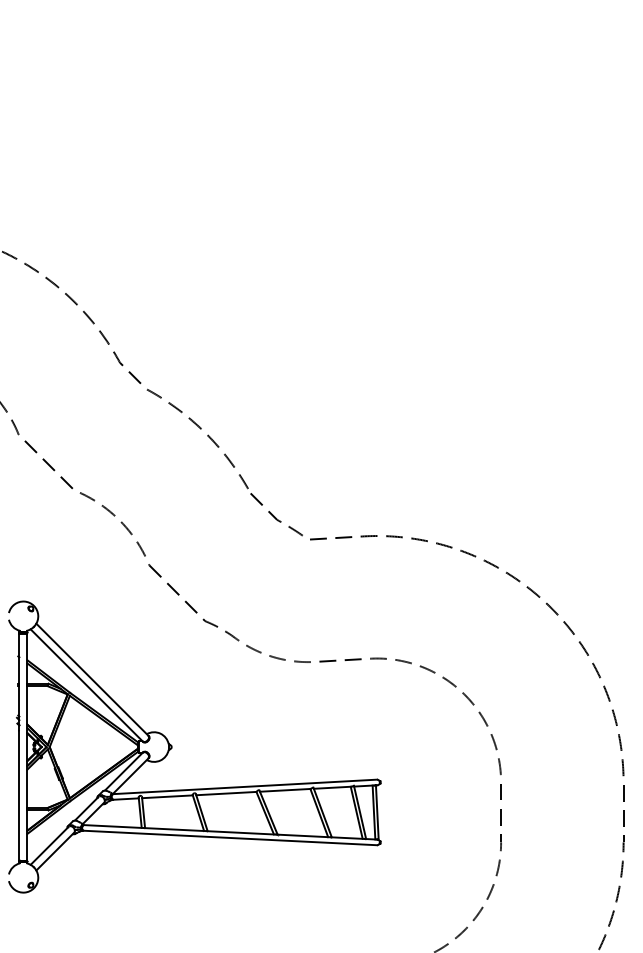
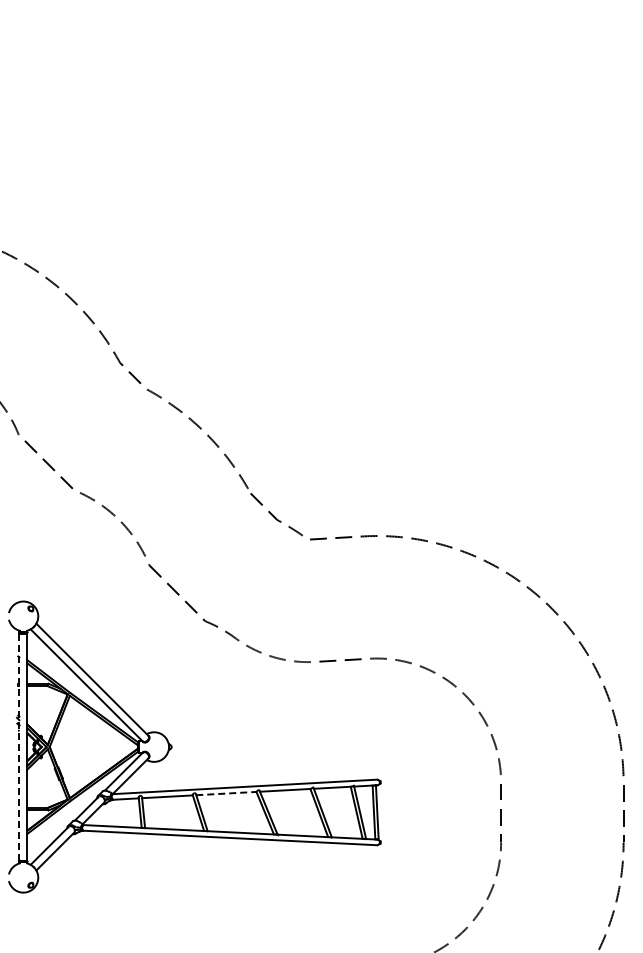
line at (19, 747): solid -> dashed
line at (226, 793): solid -> dashed
